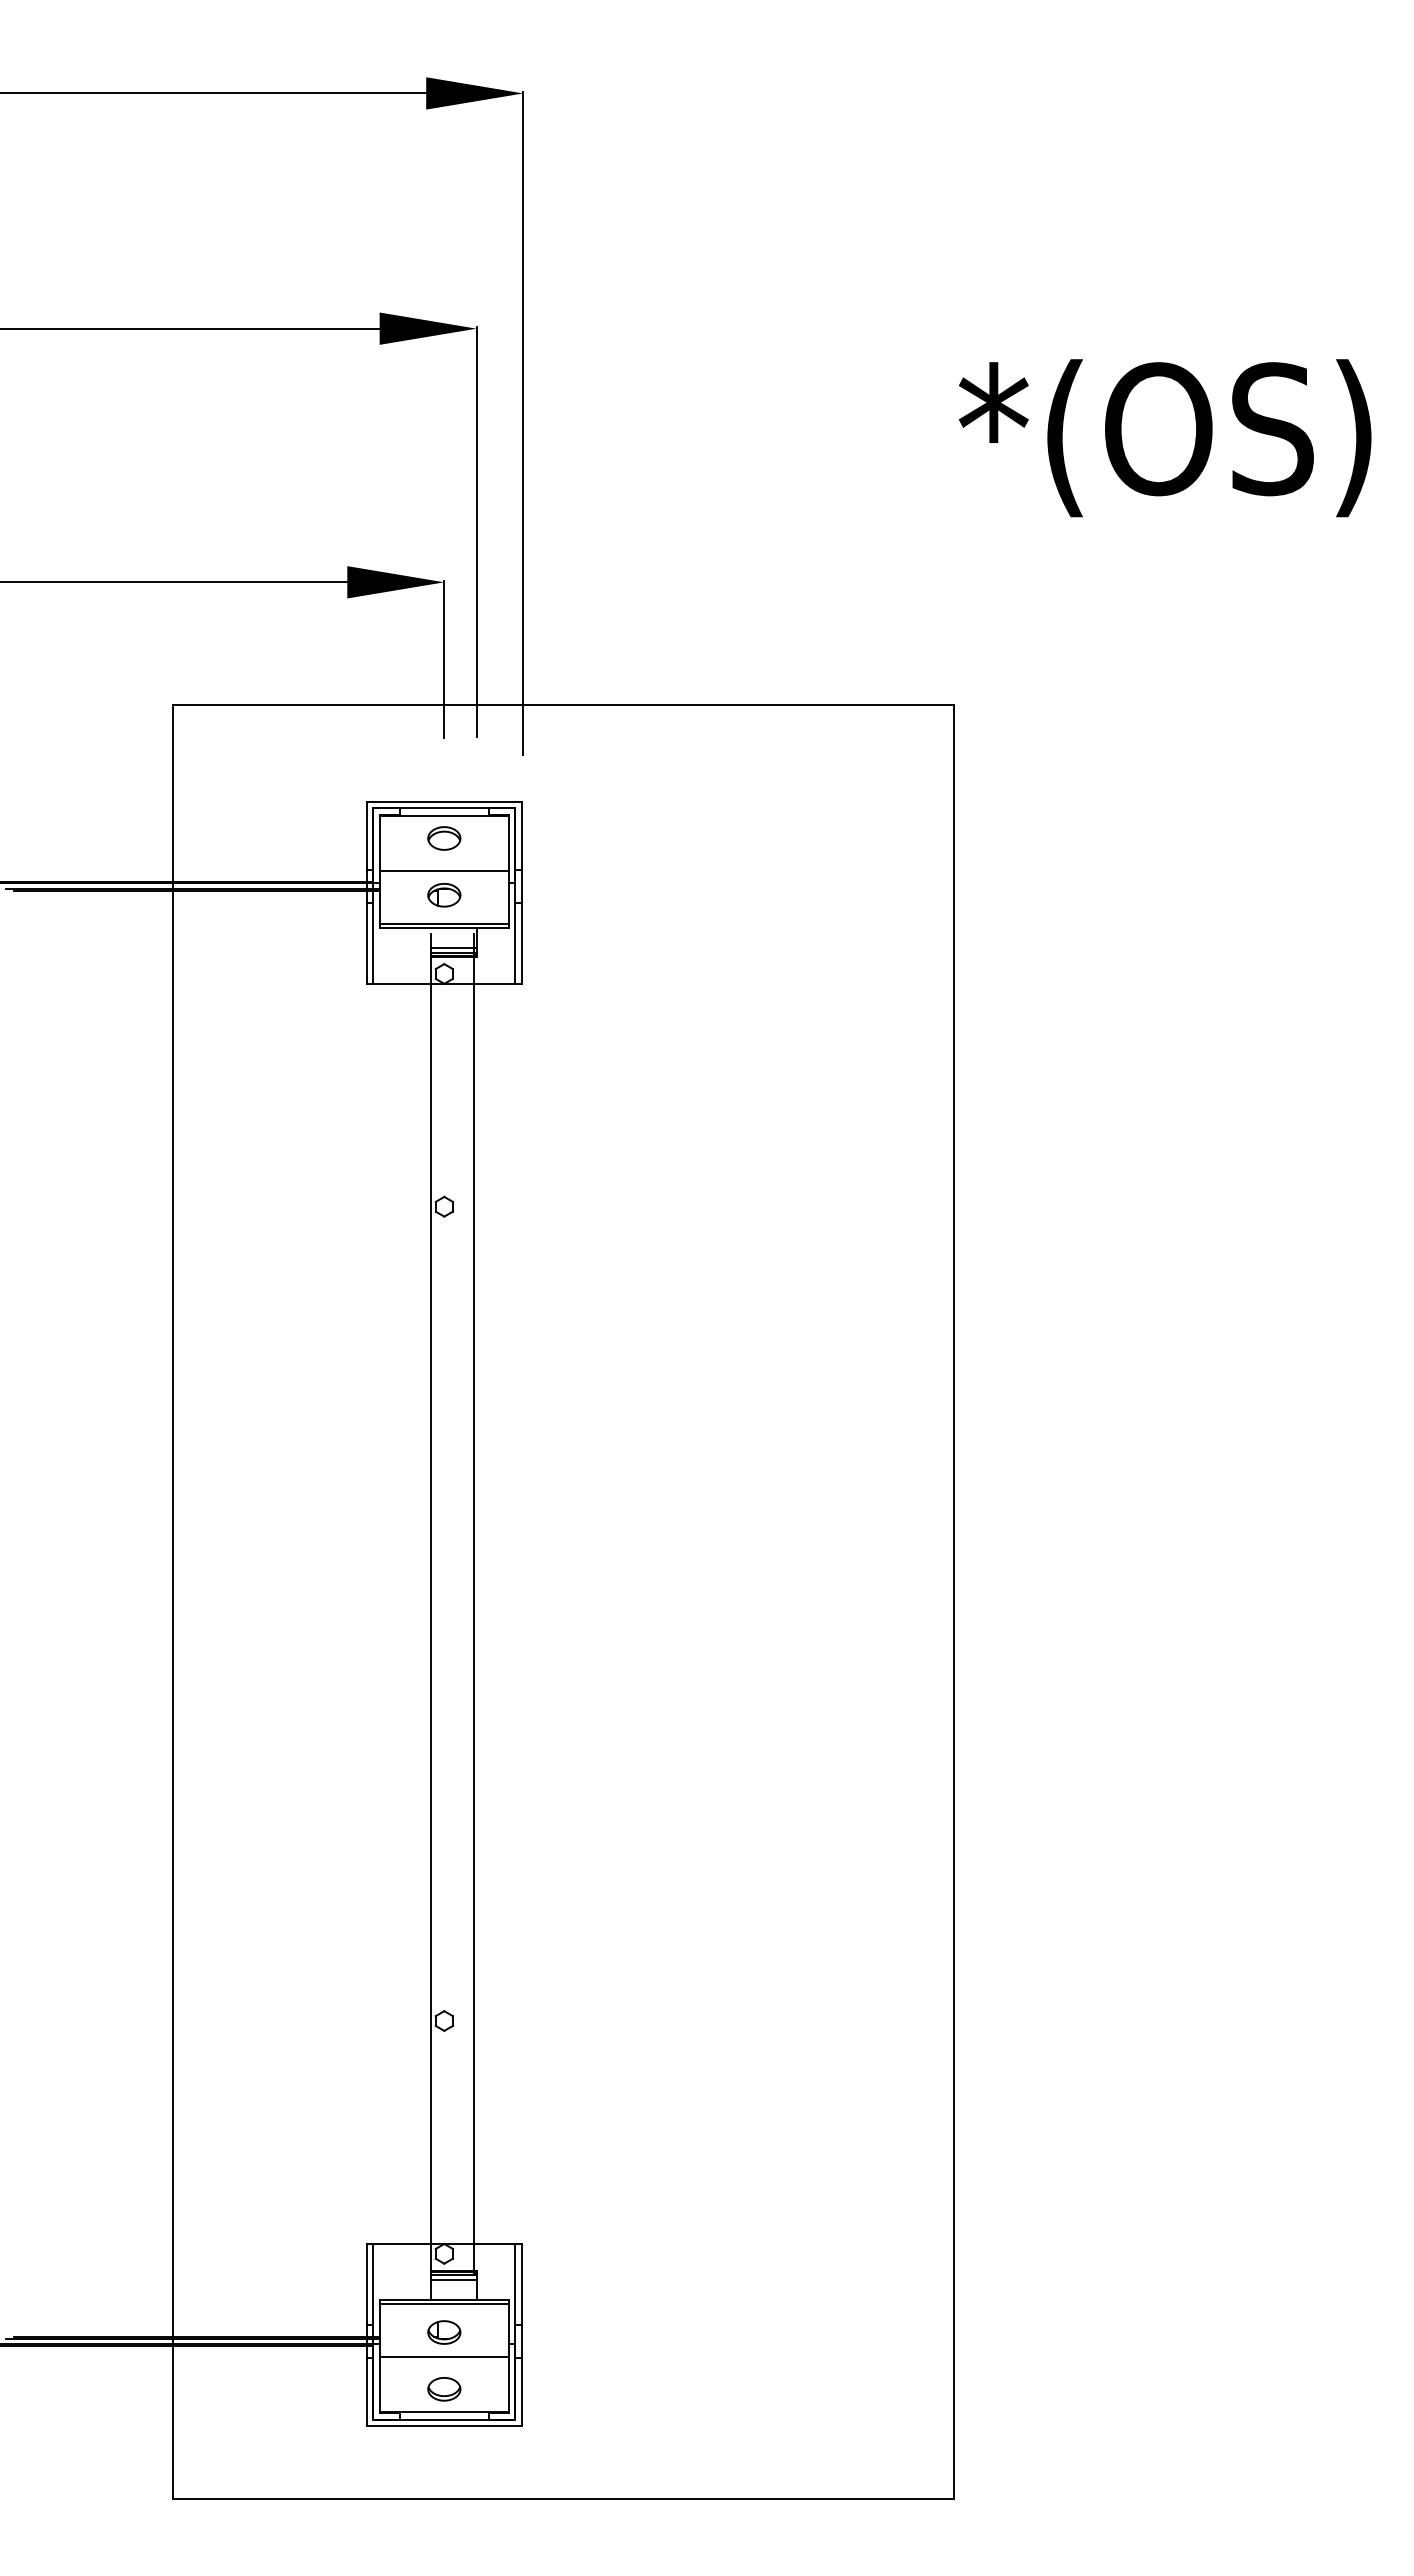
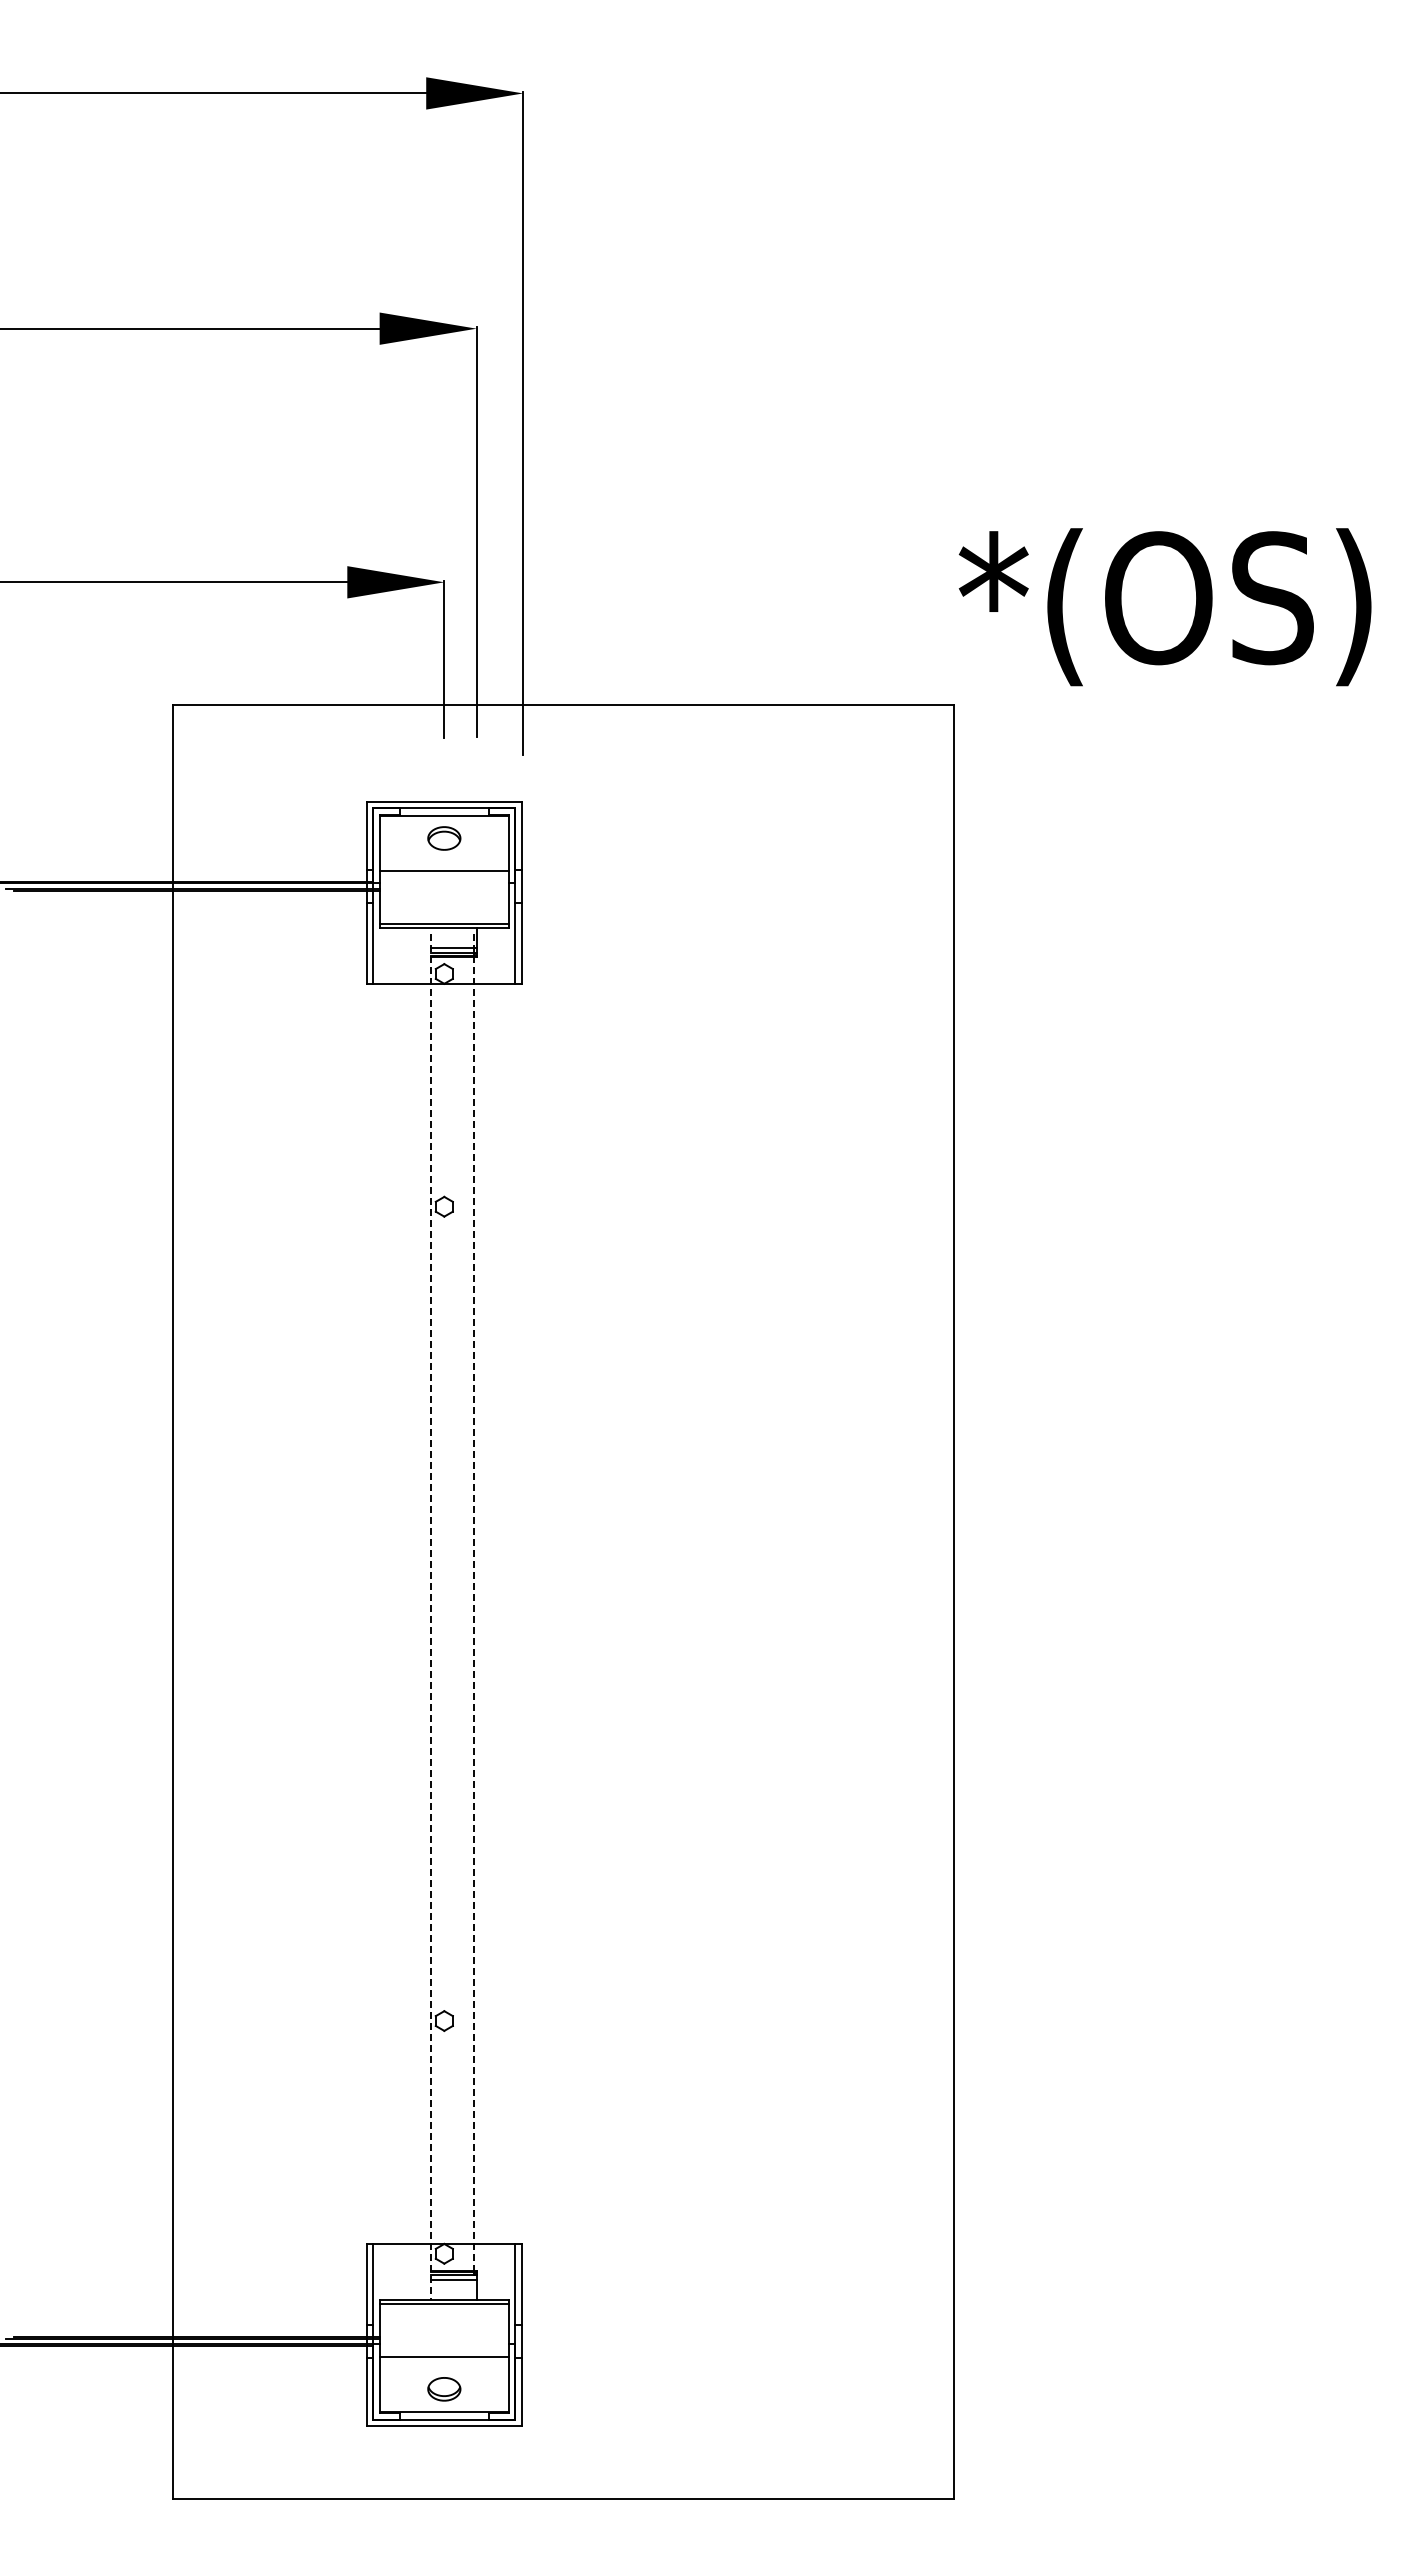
text at (1164, 438) position: (1164, 438) -> (1164, 607)
part at (444, 895): present -> none
line at (474, 1603): solid -> dashed
line at (431, 1616): solid -> dashed
part at (444, 2332): present -> none
